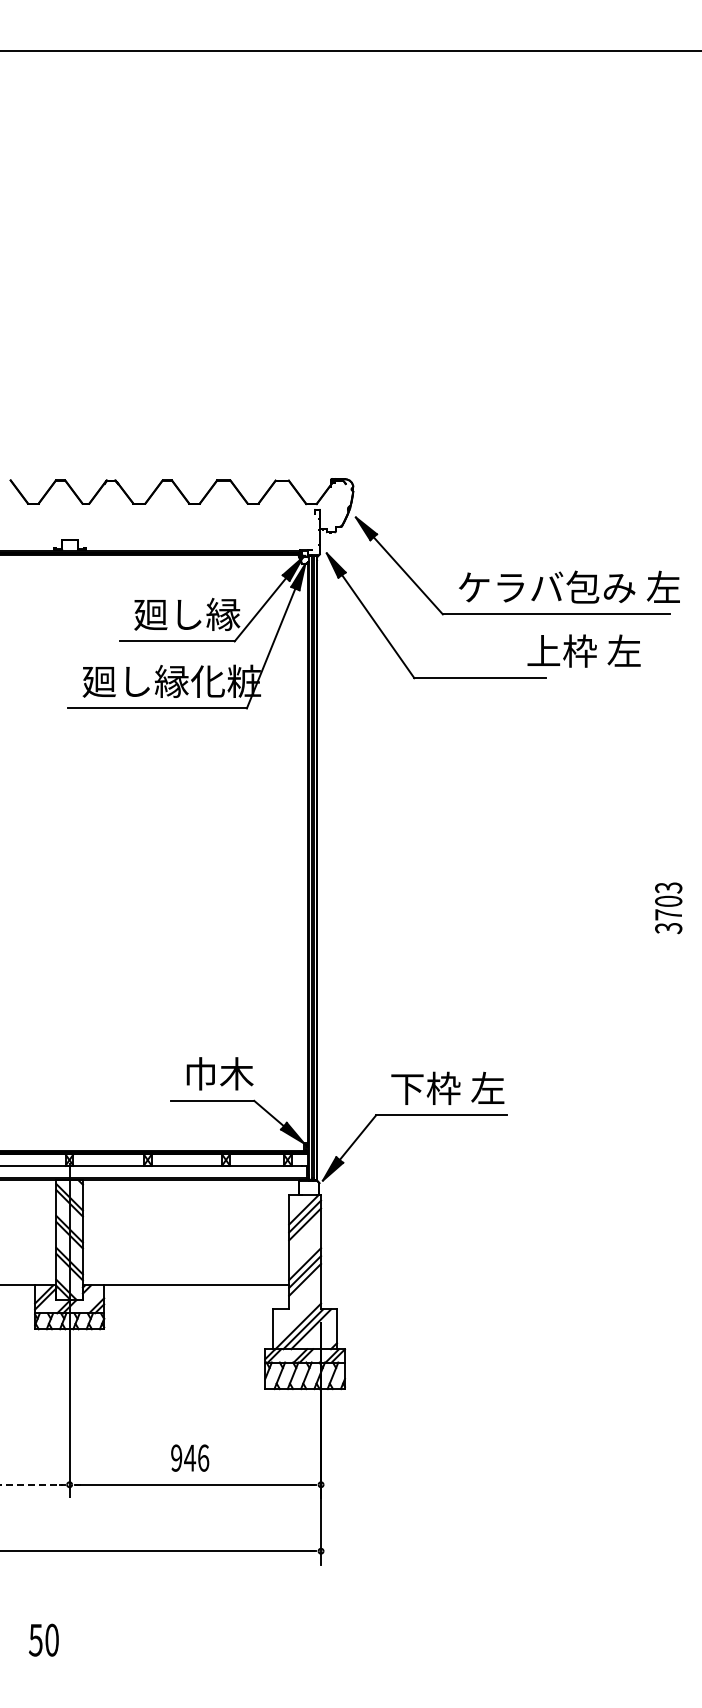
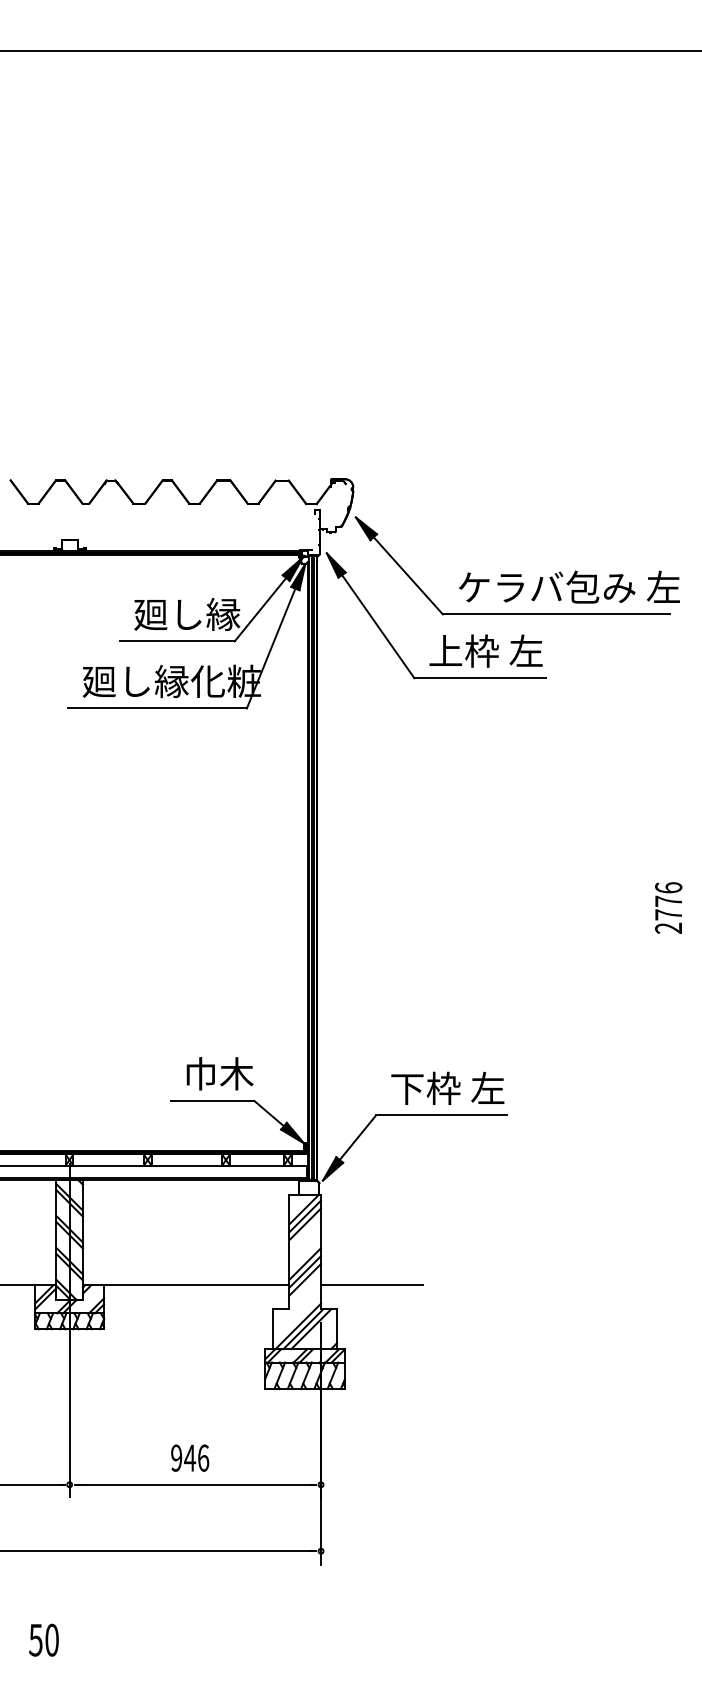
text at (583, 650) position: (583, 650) -> (485, 650)
text at (668, 908): 3703 -> 2776
line at (371, 1285): none -> present
line at (32, 1484): dashed -> solid
